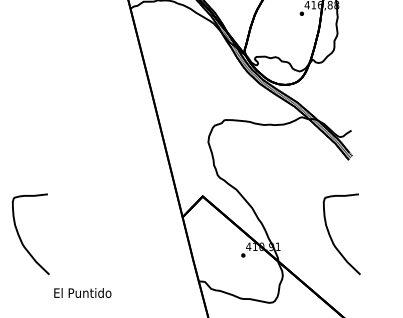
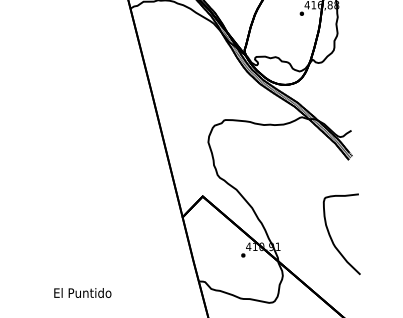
curve at (21, 238): present -> none
